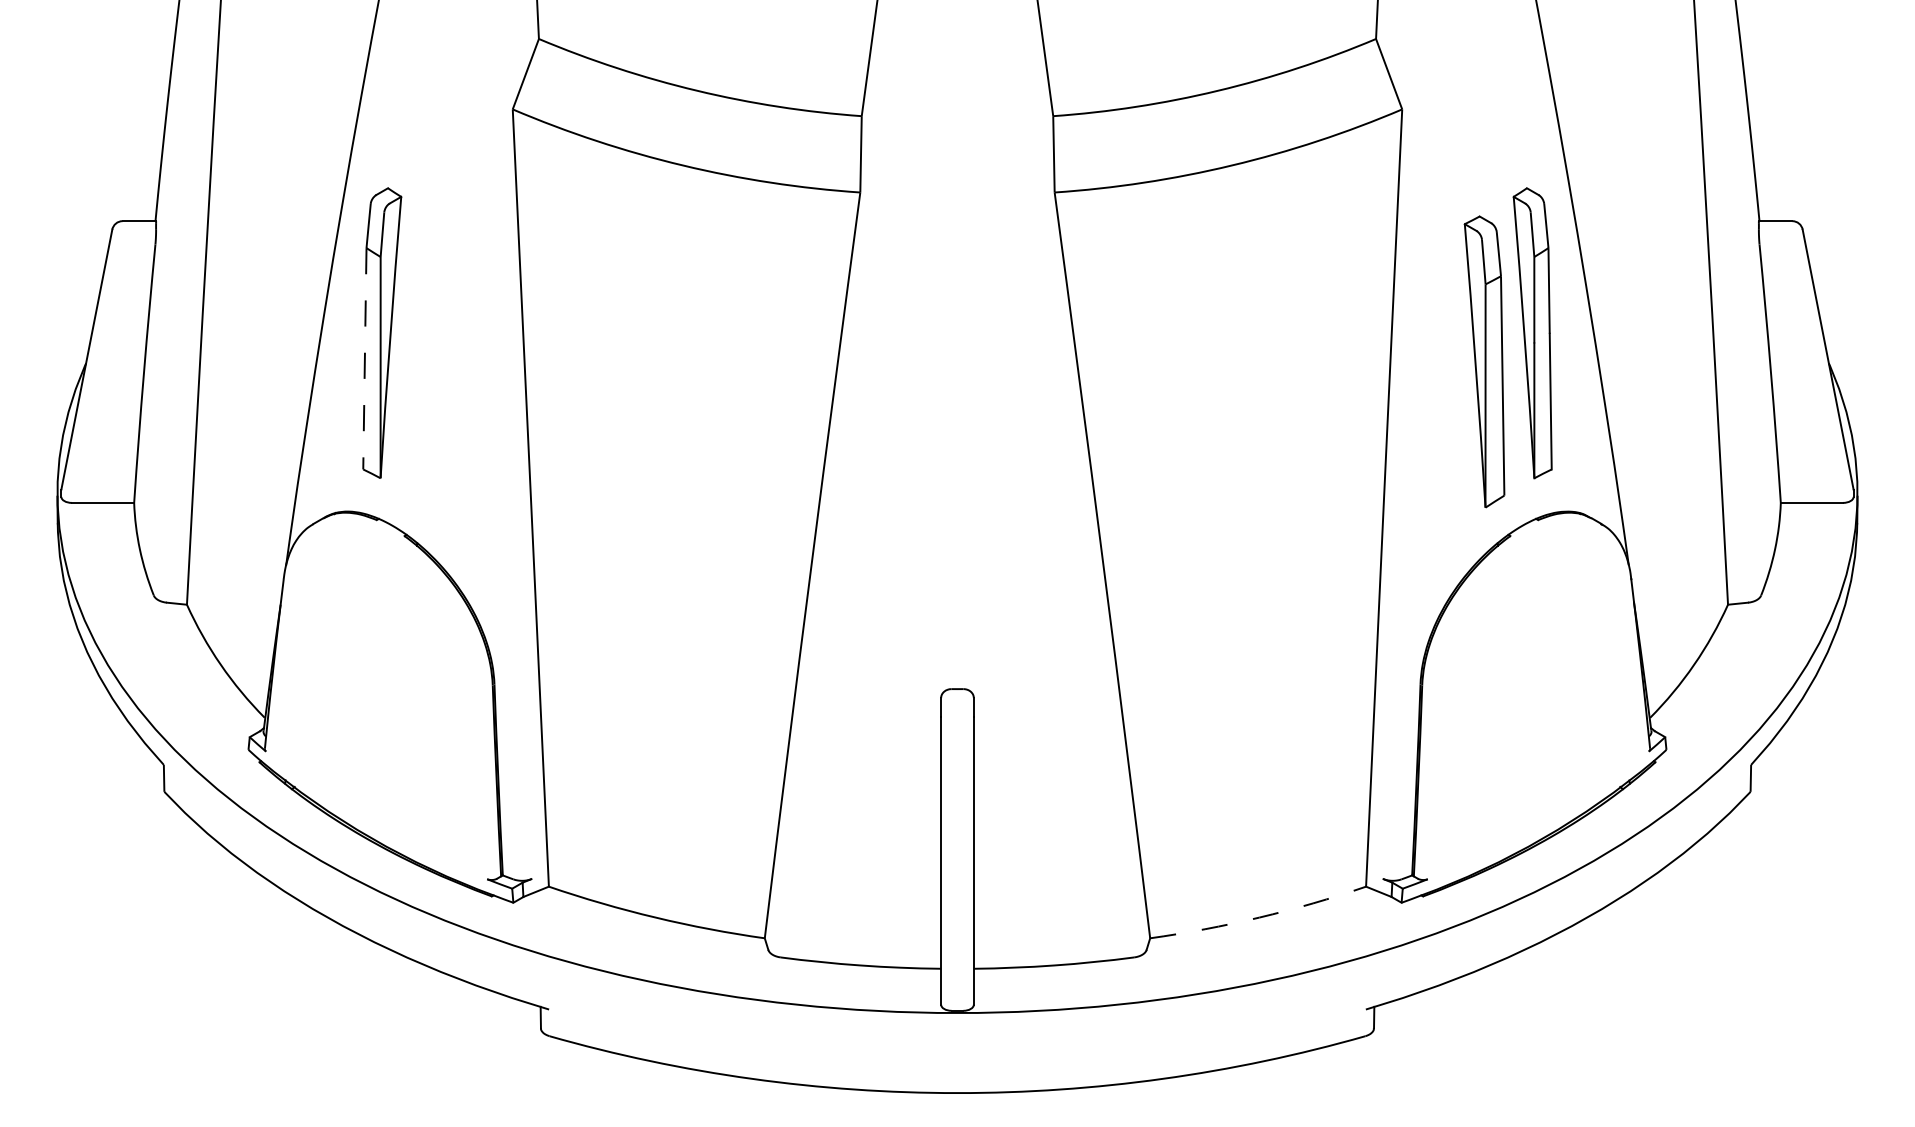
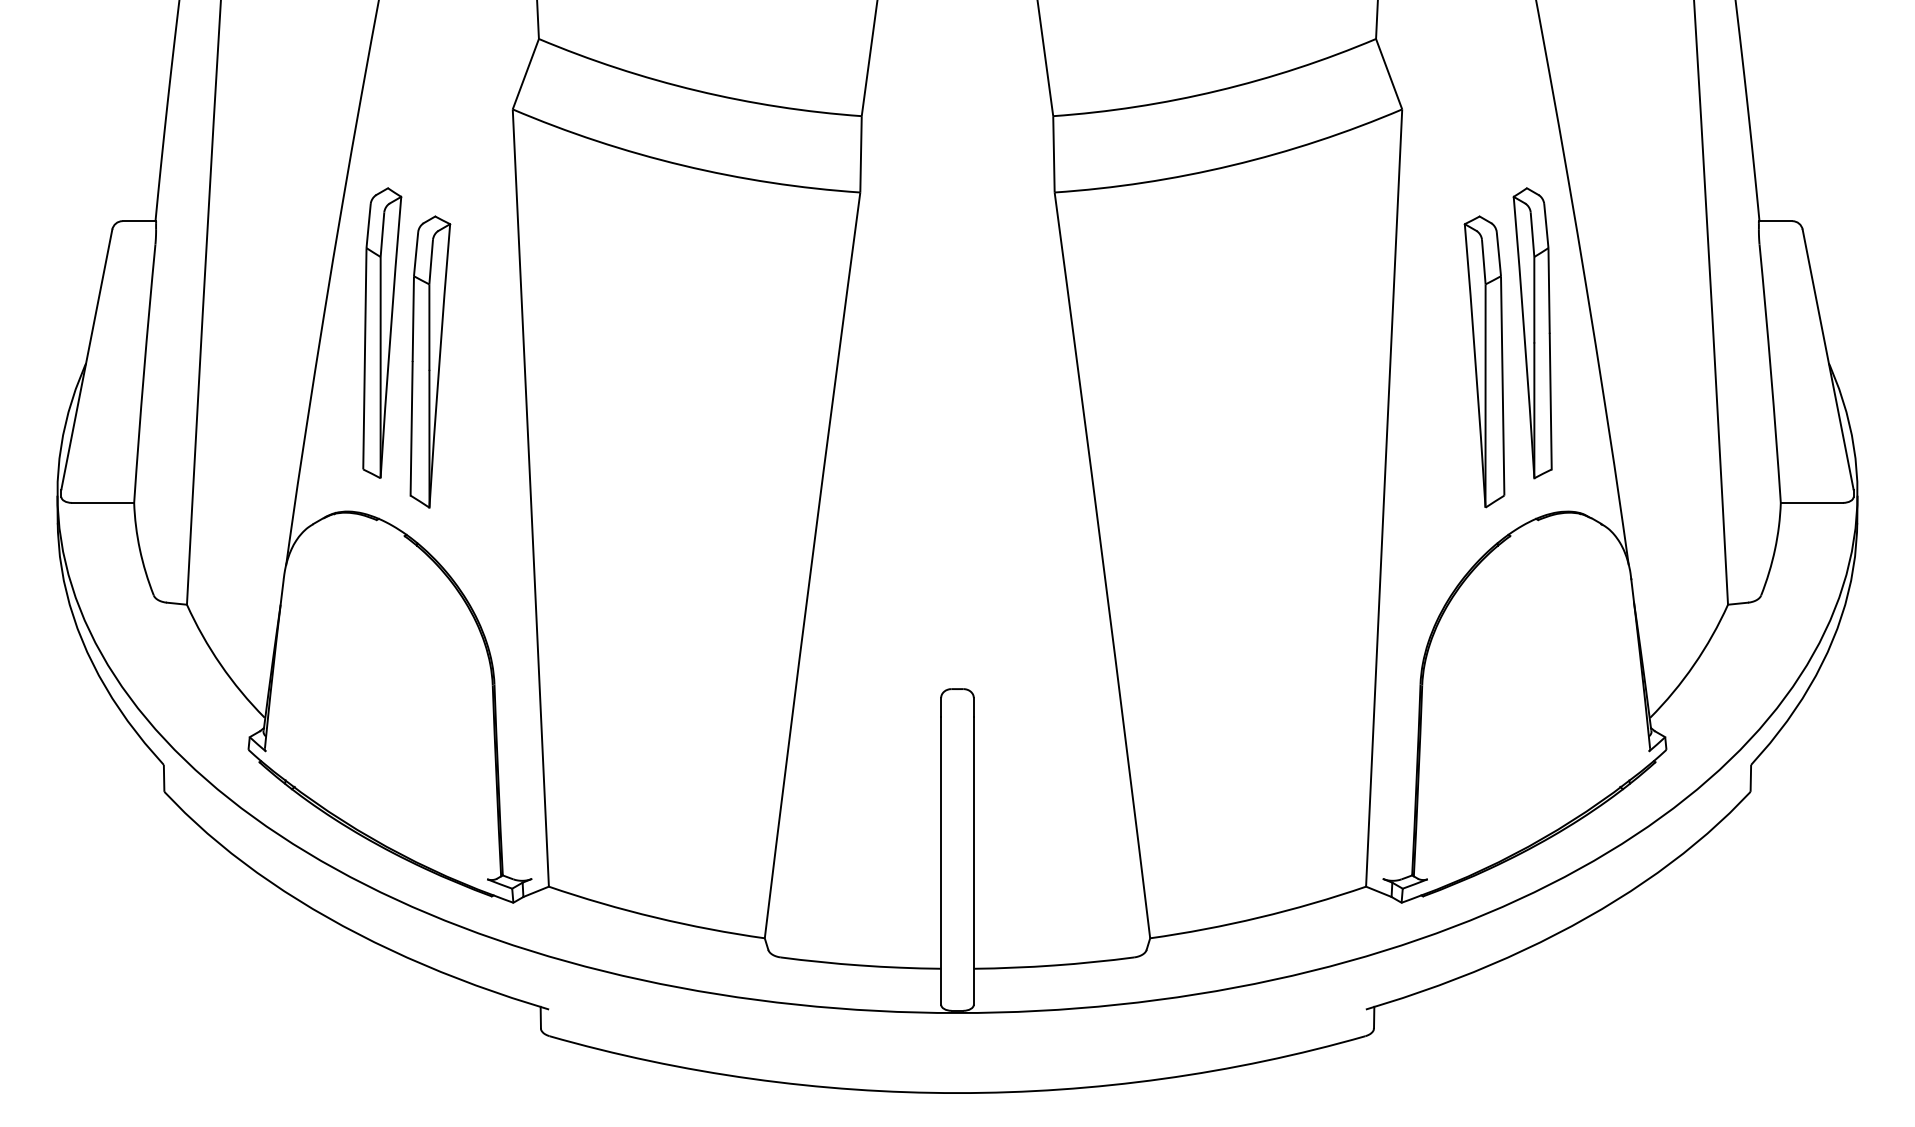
line at (364, 358): dashed -> solid
part at (430, 361): none -> present
arc at (1259, 917): dashed -> solid
